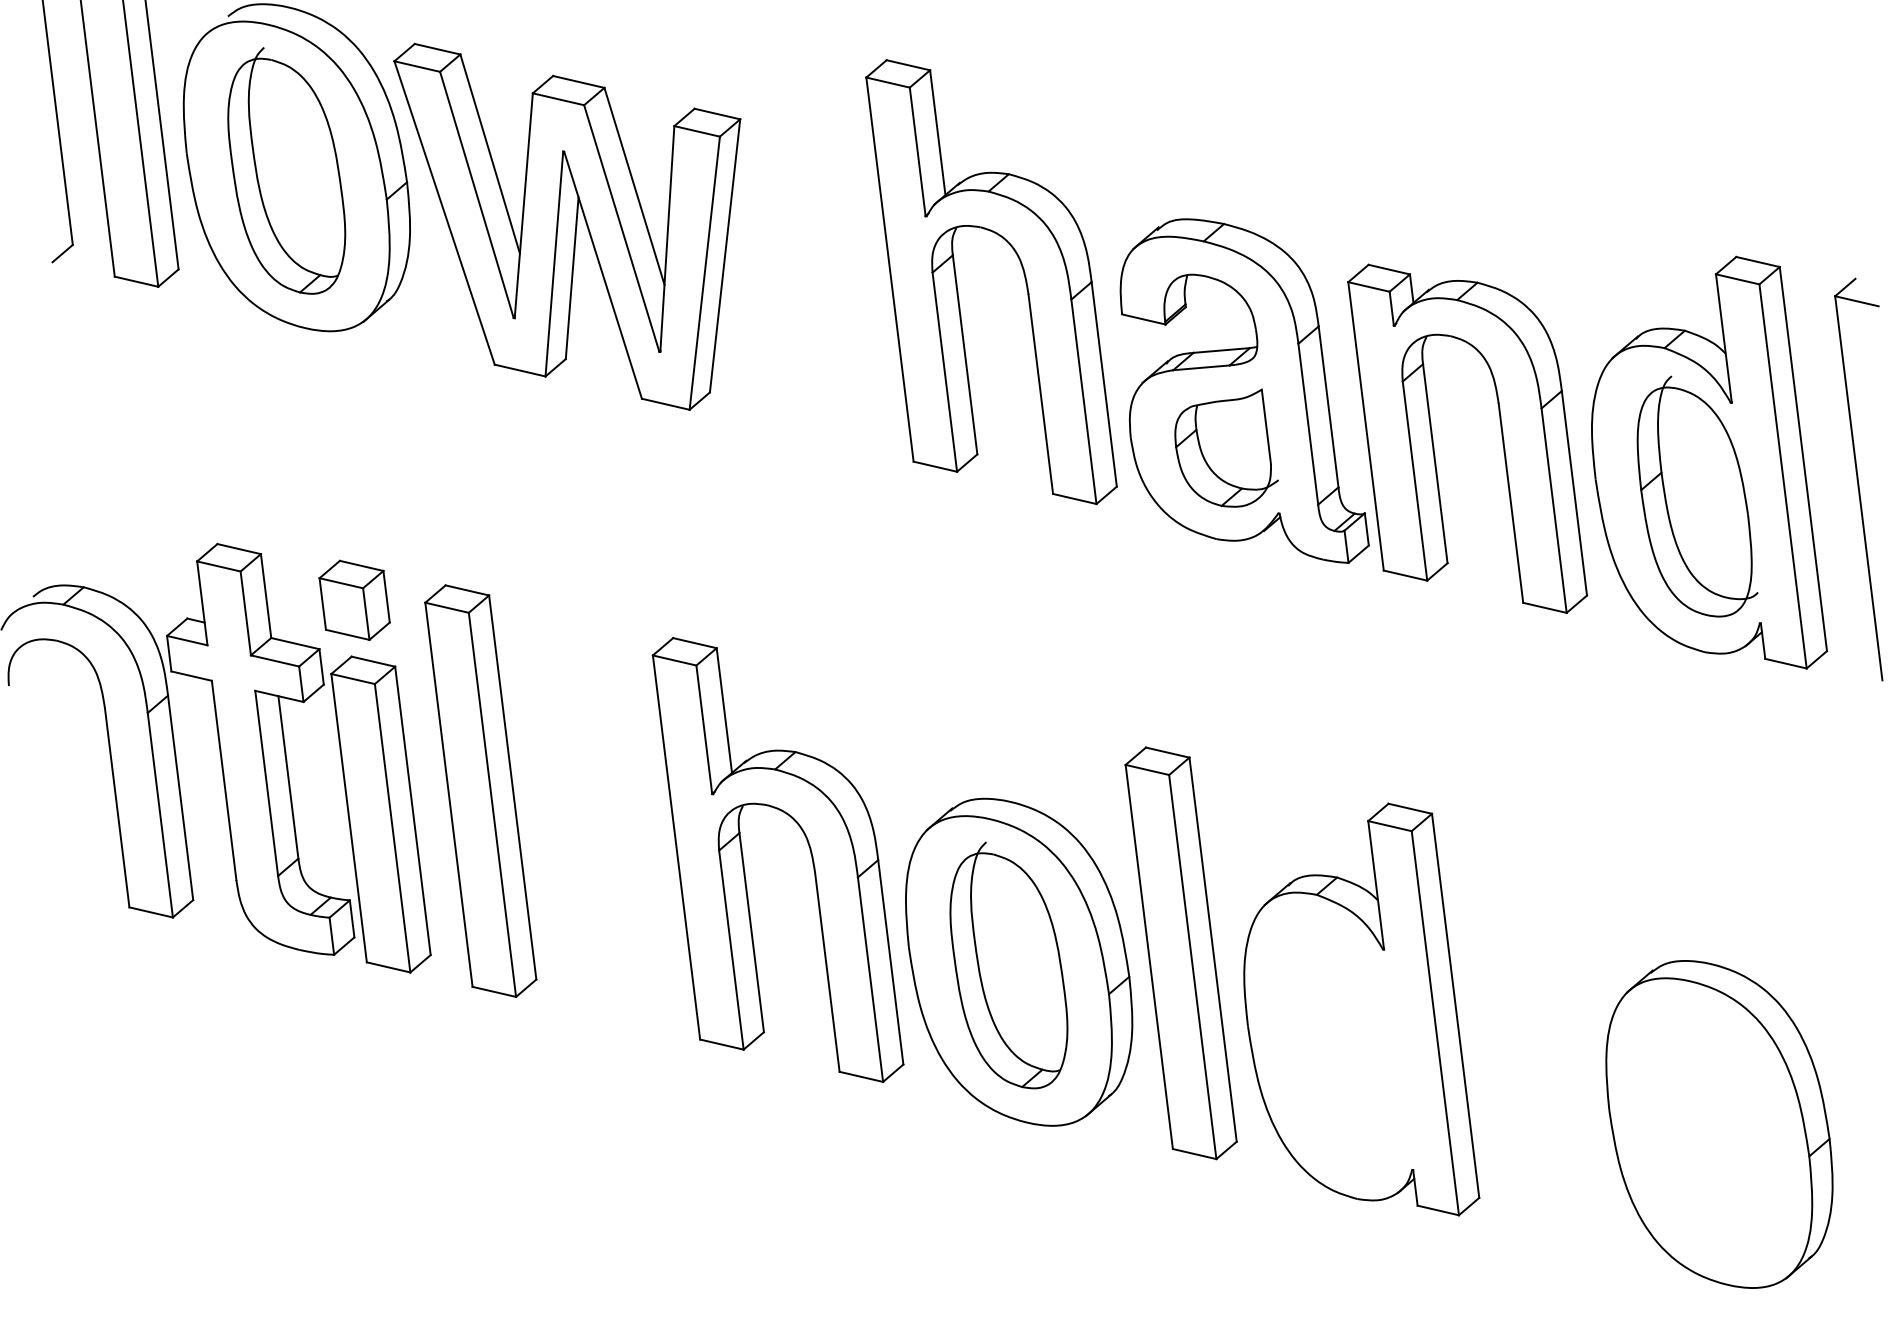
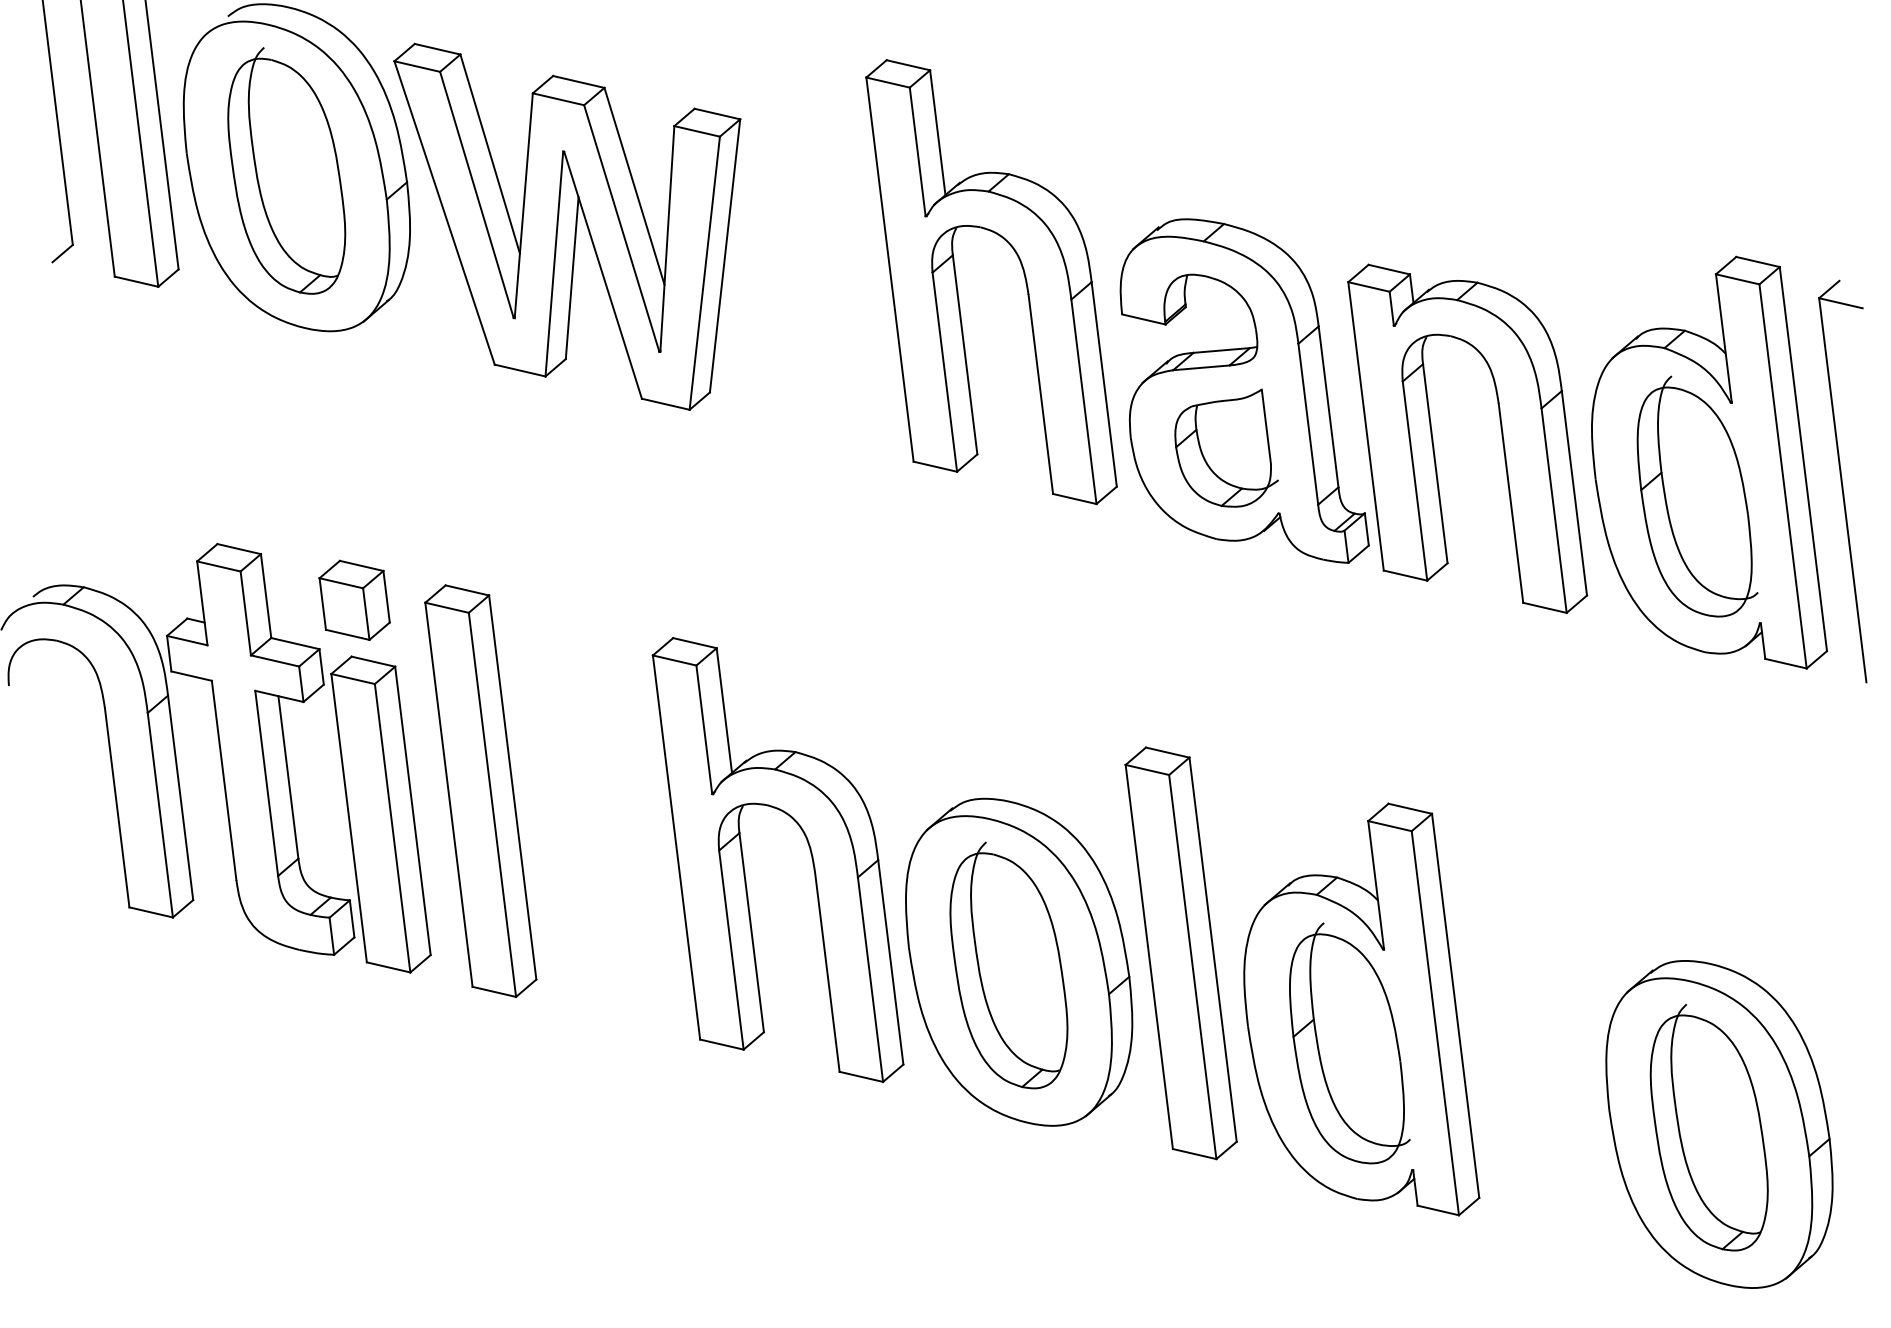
part at (1858, 479) position: (1858, 479) -> (1842, 481)
part at (1349, 1043): none -> present
part at (1708, 1127): none -> present
